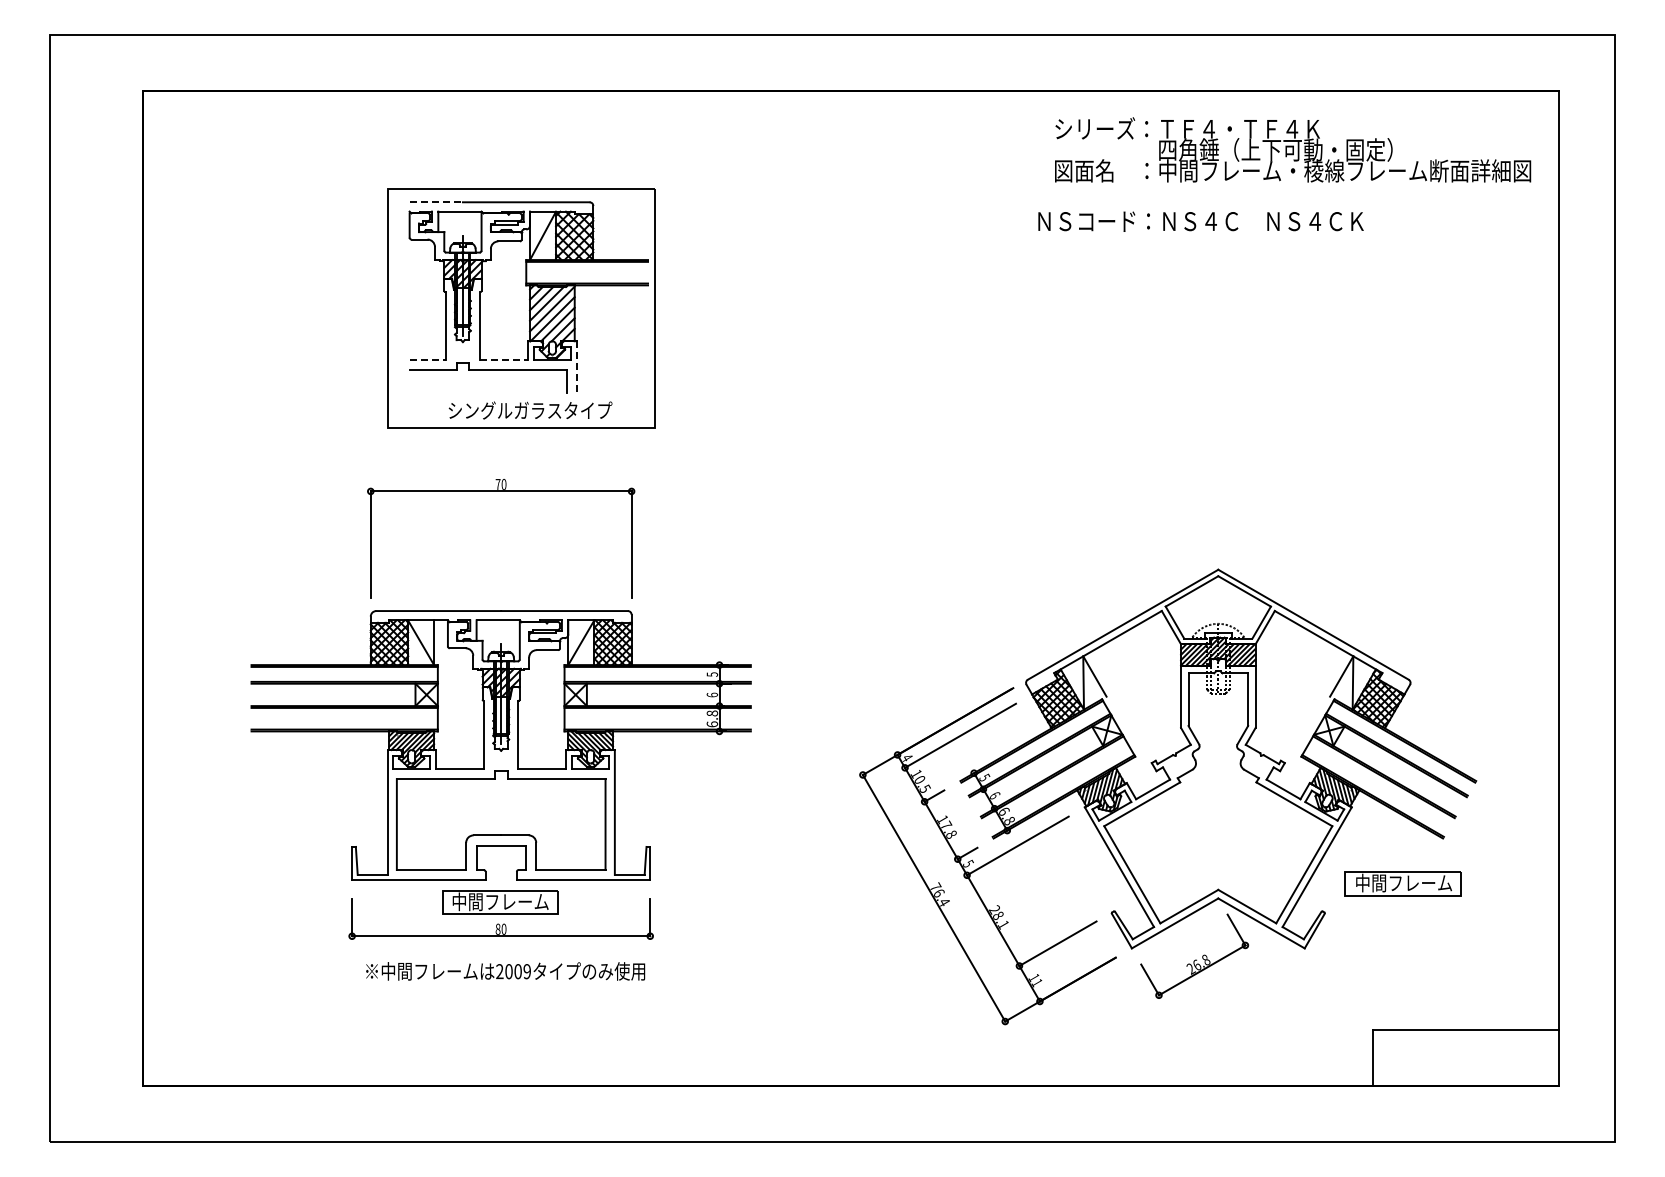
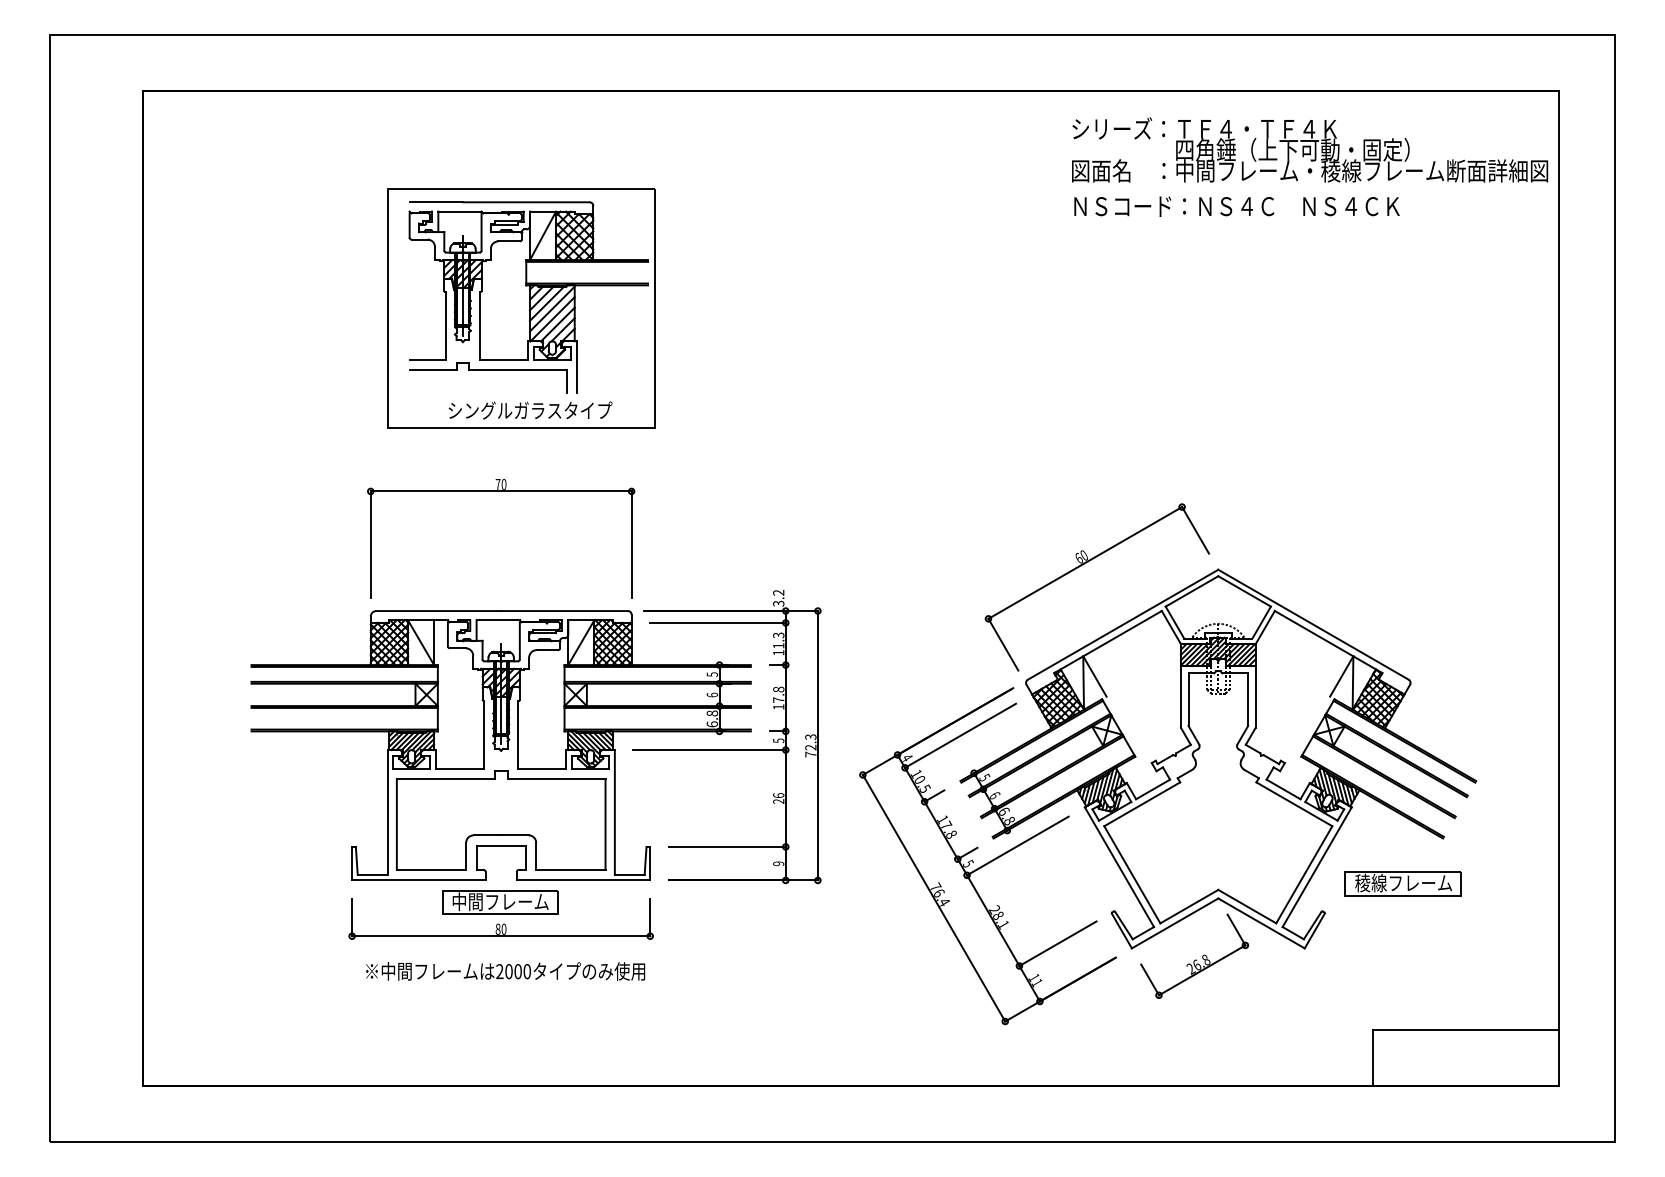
text at (1293, 149) position: (1293, 149) -> (1310, 149)
line at (436, 202): dashed -> solid
text at (1200, 221) position: (1200, 221) -> (1236, 206)
line at (428, 359): dashed -> solid
line at (504, 359): dashed -> solid
line at (576, 367): dashed -> solid
part at (1083, 565): none -> present
part at (726, 749): none -> present
text at (1370, 882): 中間フレーム -> 稜線フレーム
text at (526, 971): 2009 -> 2000
